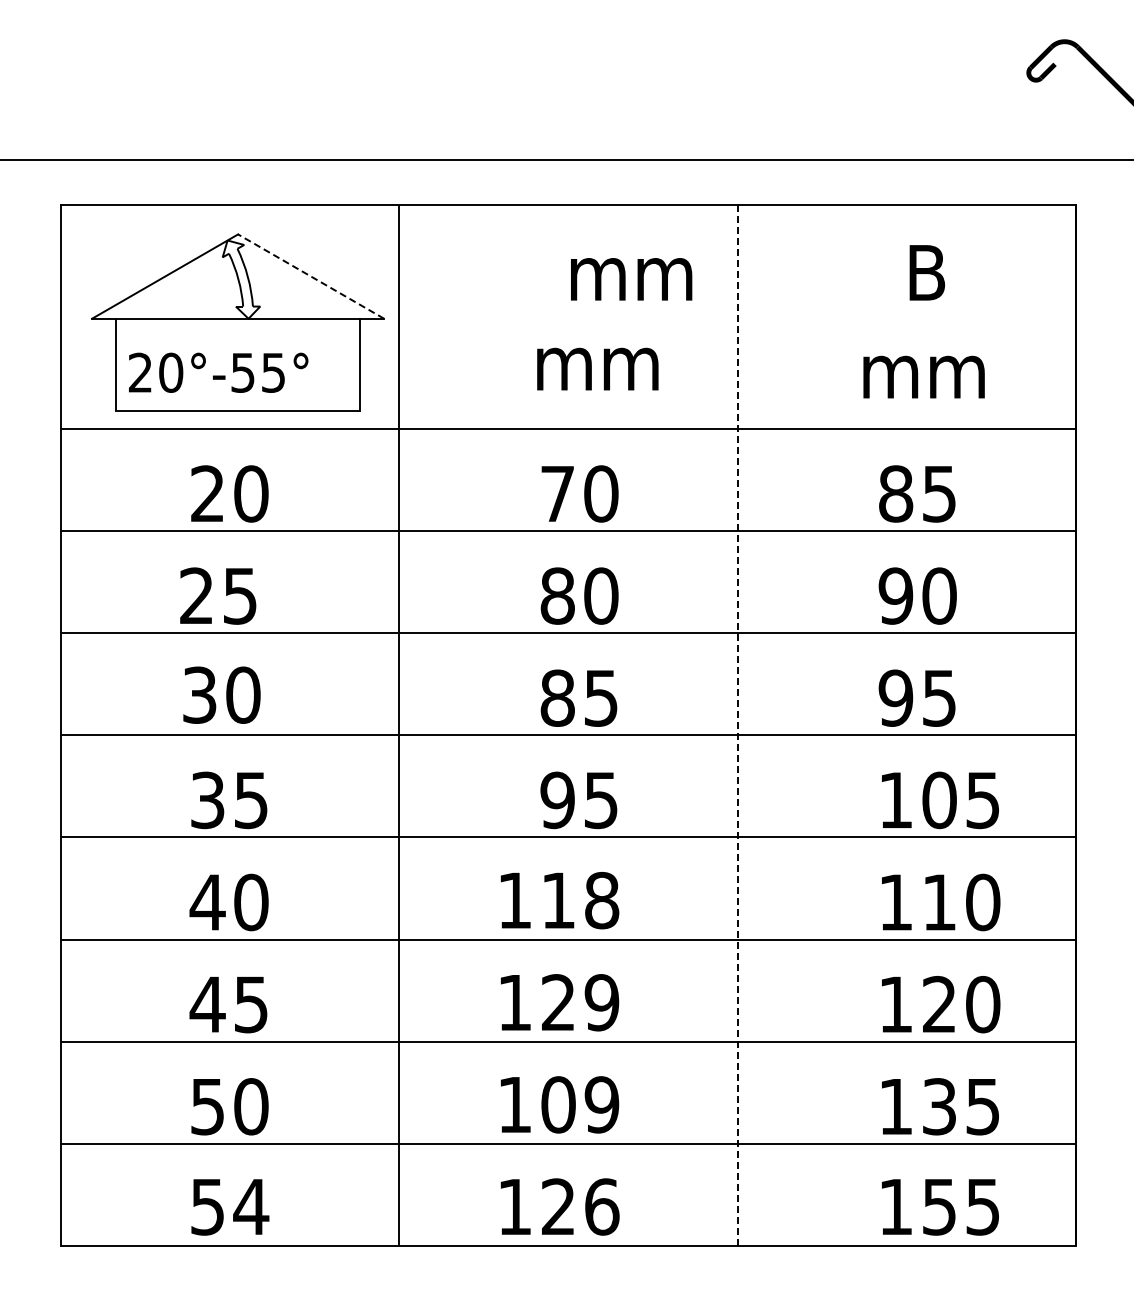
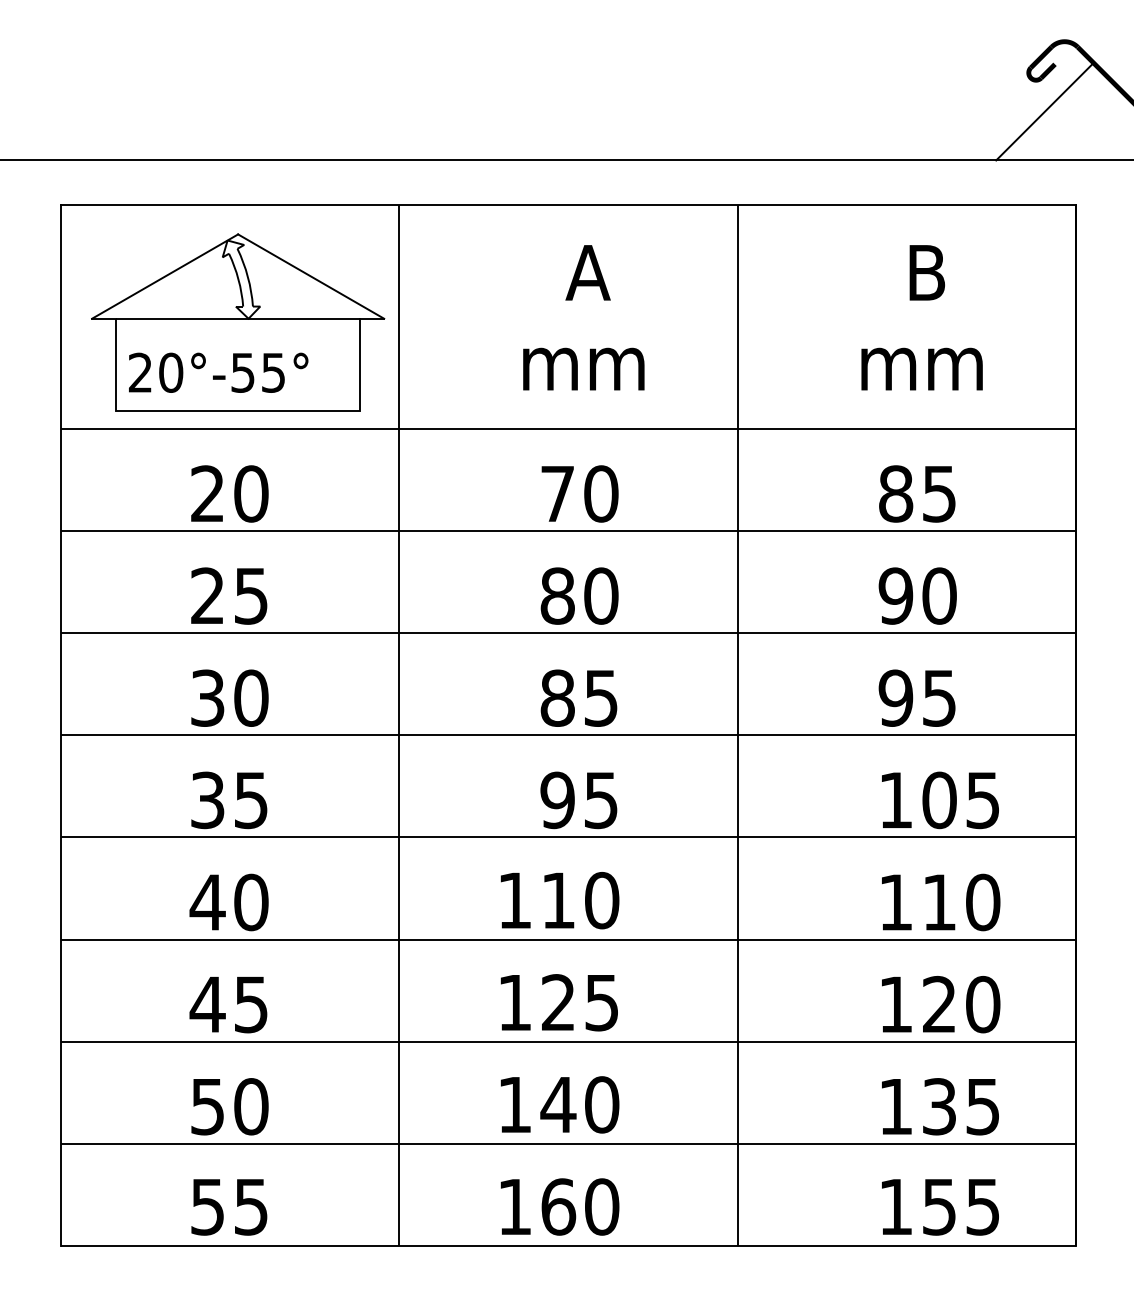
line at (1044, 111): none -> present
text at (628, 272): mm -> A
line at (310, 276): dashed -> solid
text at (597, 368) position: (597, 368) -> (583, 368)
text at (923, 376) position: (923, 376) -> (921, 368)
text at (218, 595) position: (218, 595) -> (229, 595)
text at (221, 694) position: (221, 694) -> (229, 697)
line at (737, 725): dashed -> solid
text at (602, 900): 118 -> 110
text at (601, 1002): 129 -> 125
text at (579, 1104): 109 -> 140
text at (580, 1206): 126 -> 160
text at (251, 1207): 54 -> 55
